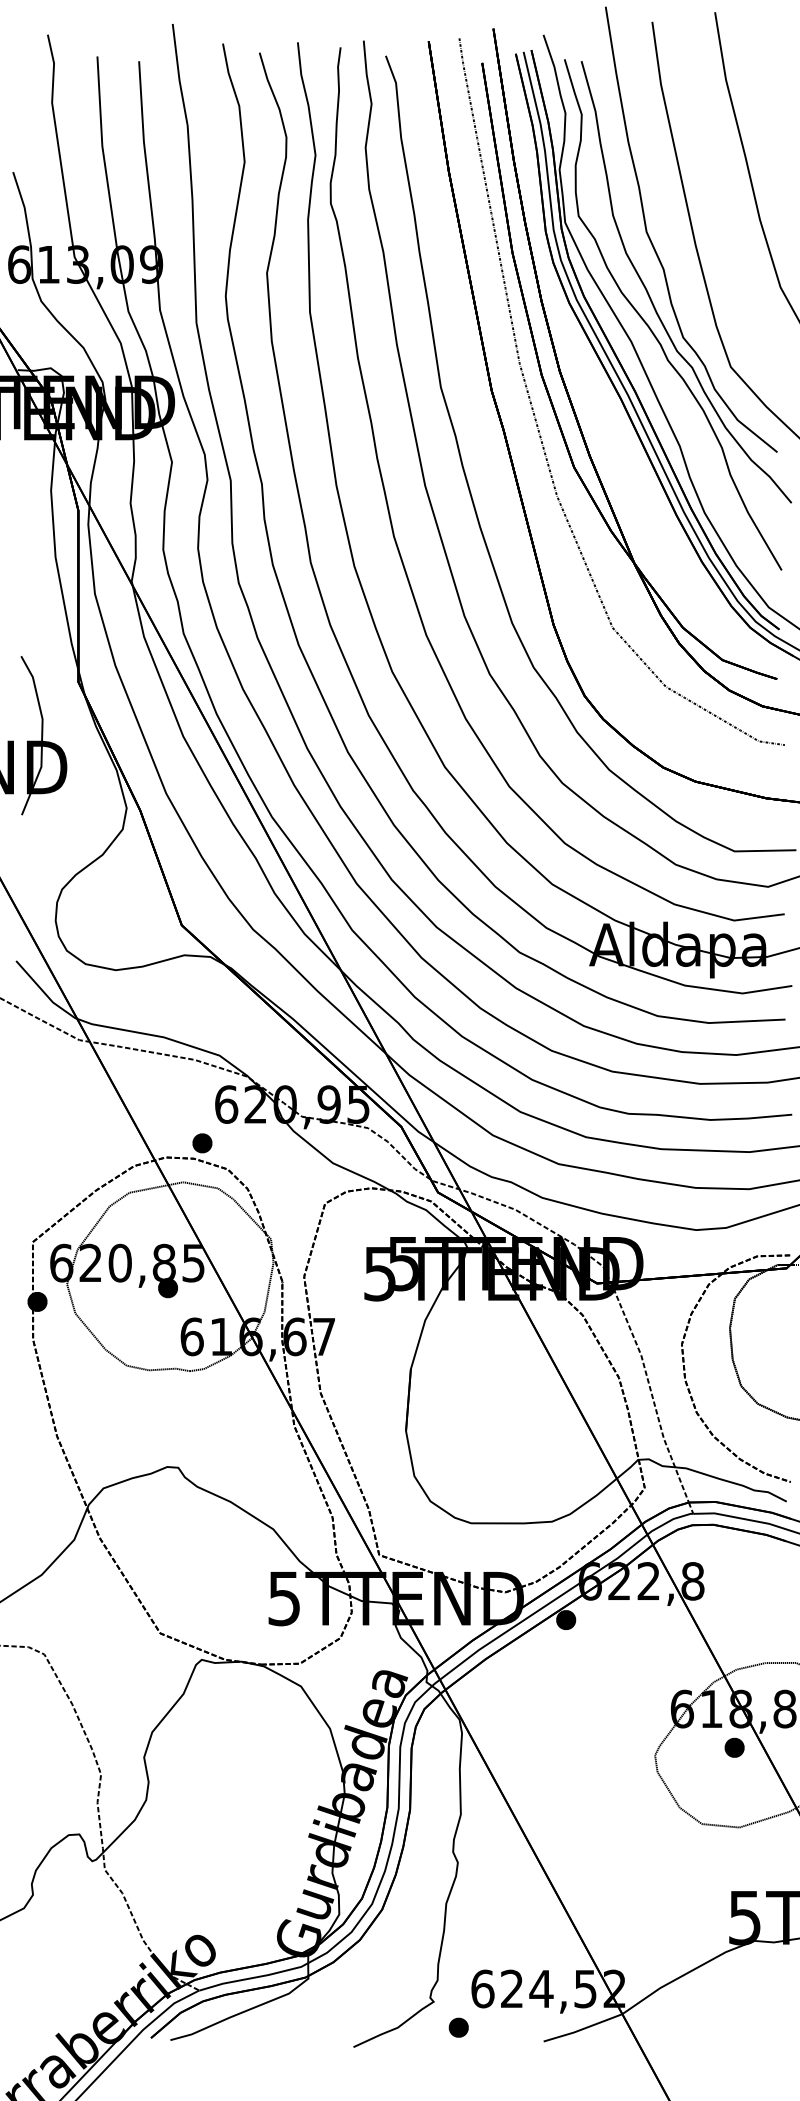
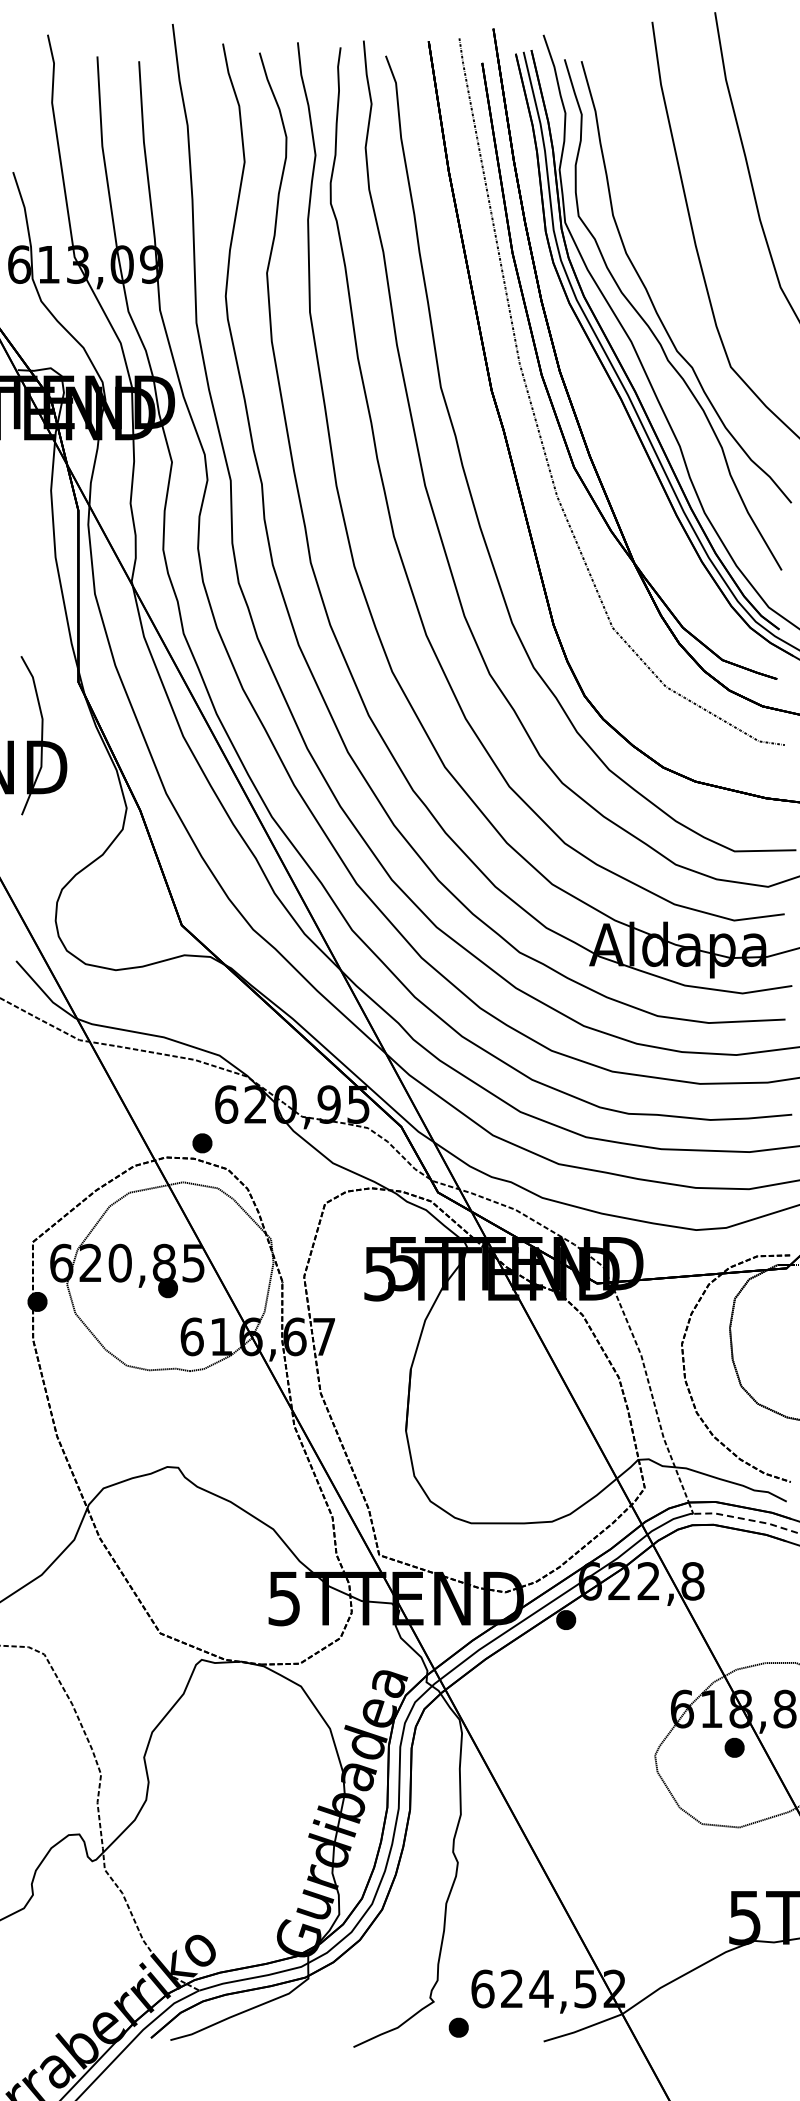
curve at (655, 248): present -> none
line at (746, 1519): solid -> dashed
